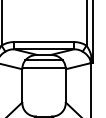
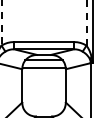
line at (1, 22): solid -> dashed
line at (86, 22): solid -> dashed
